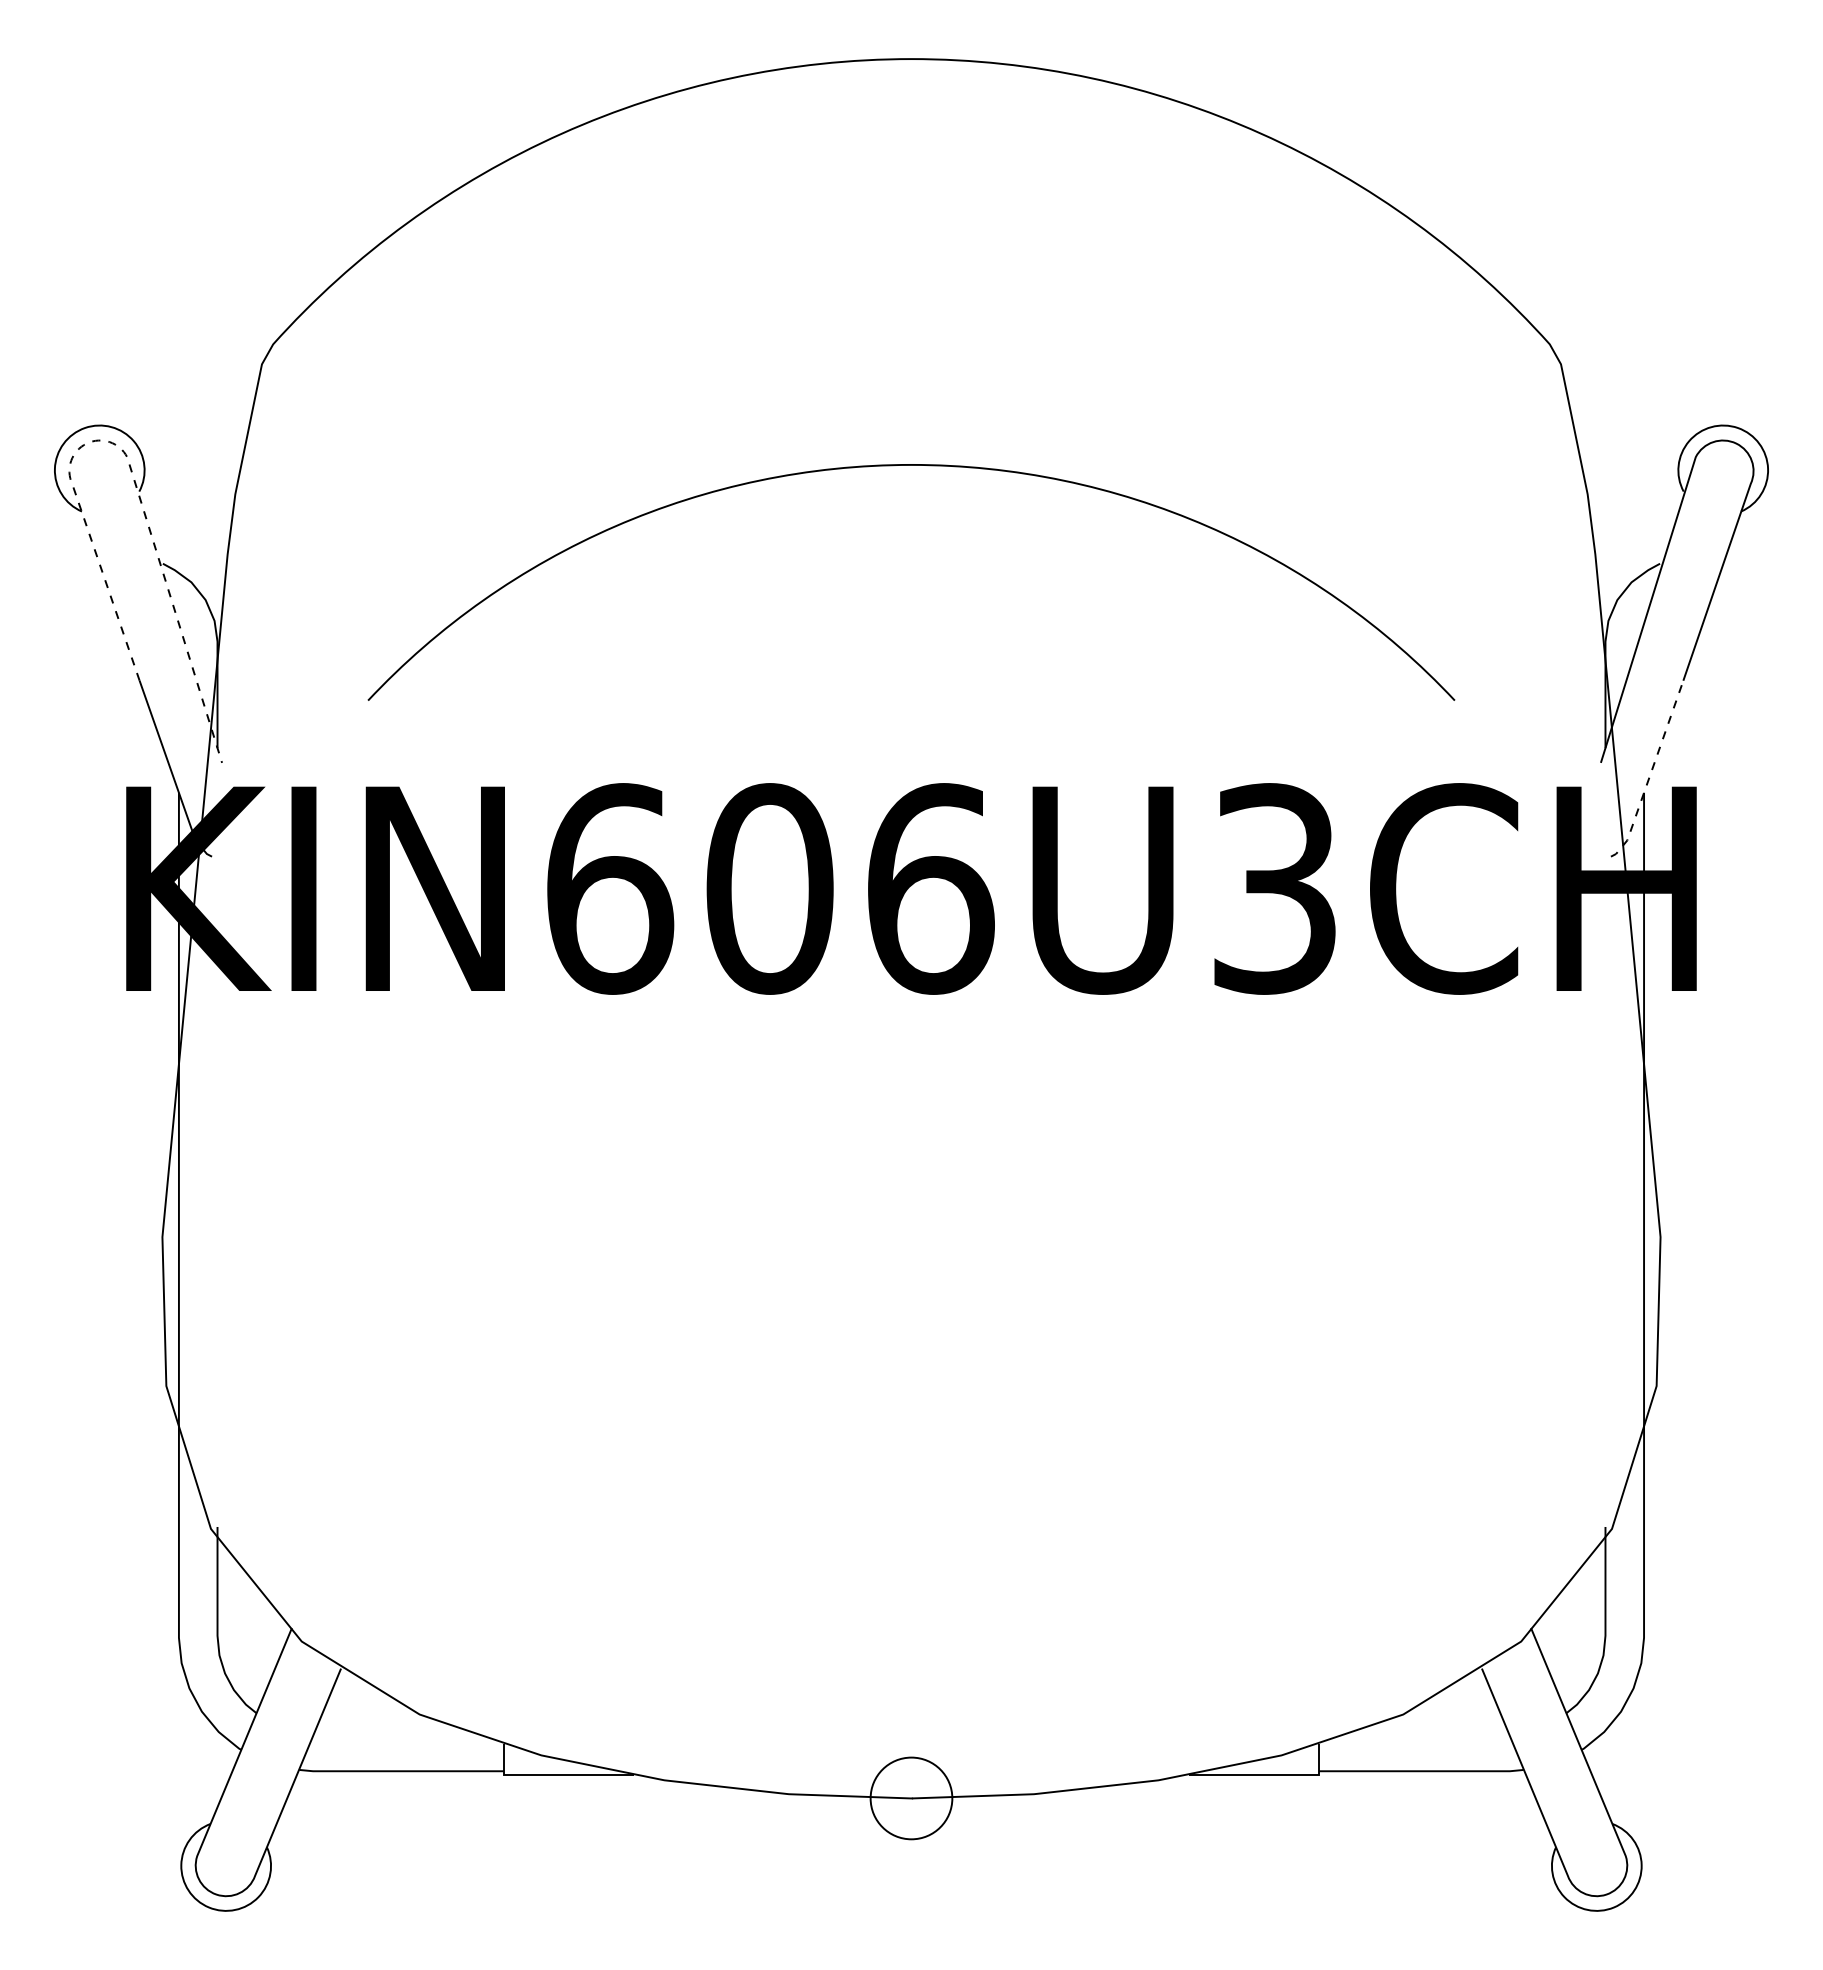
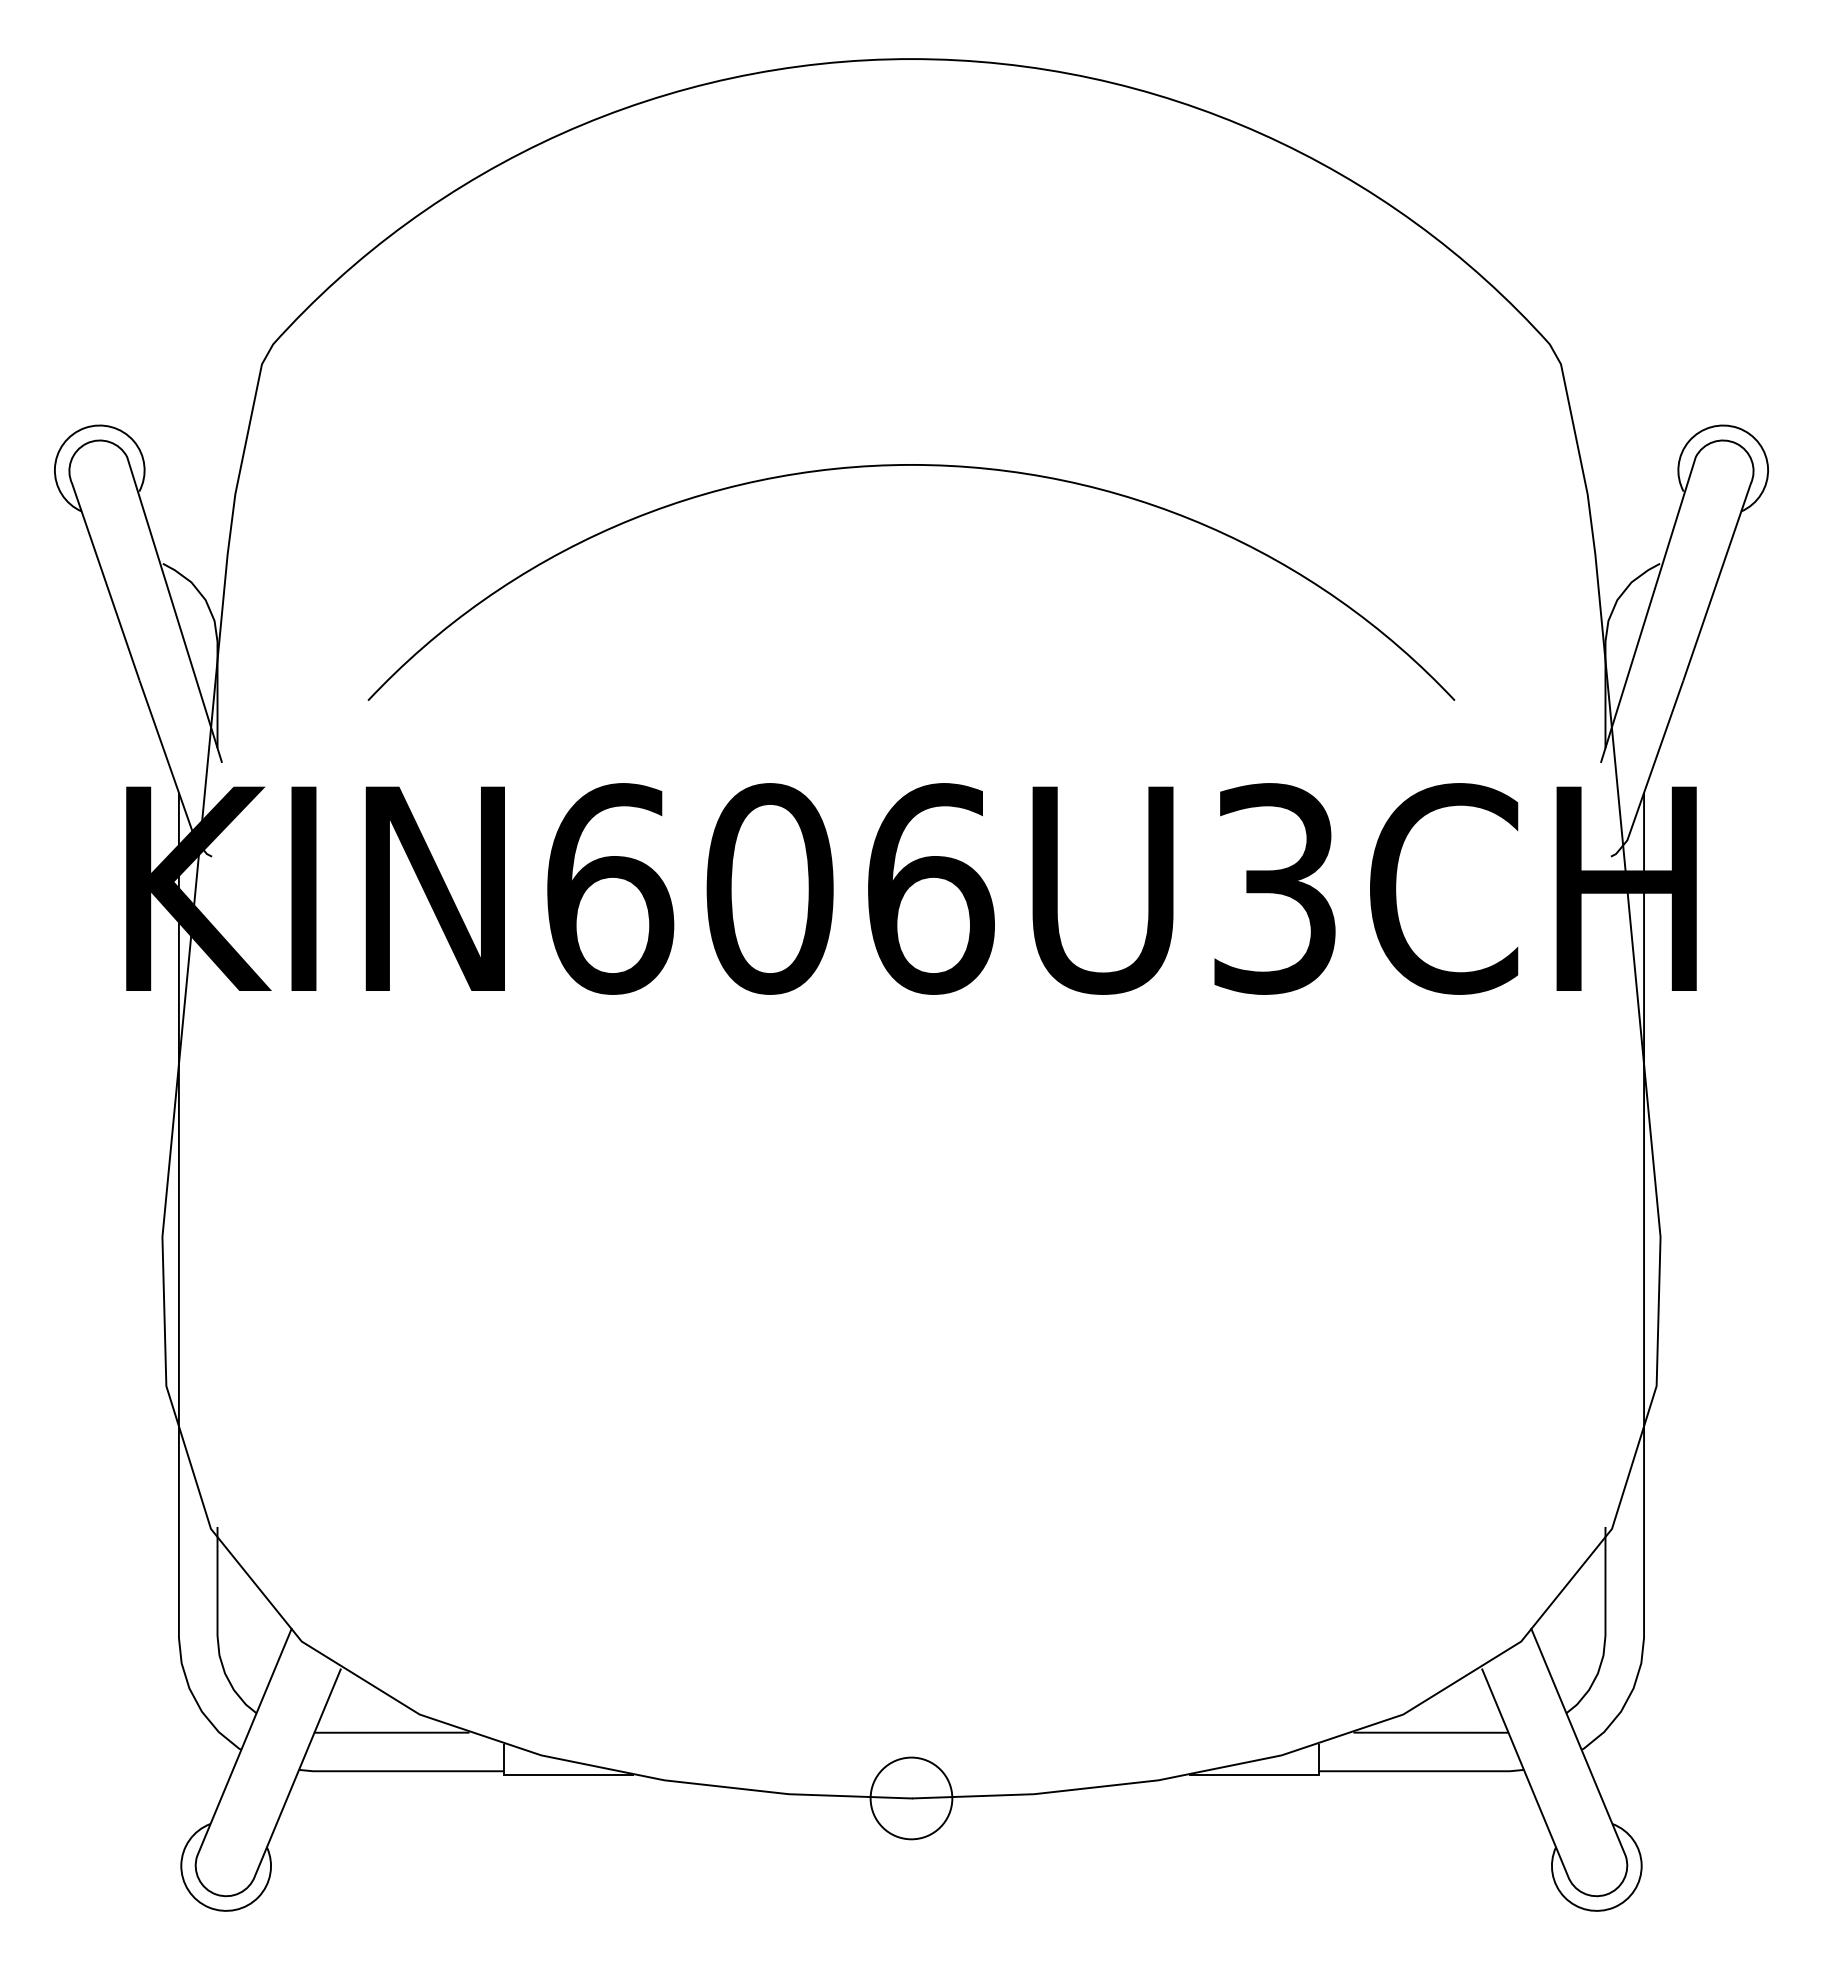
line at (123, 451): dashed -> solid
line at (1651, 772): dashed -> solid
line at (391, 1732): none -> present
line at (1431, 1732): none -> present
